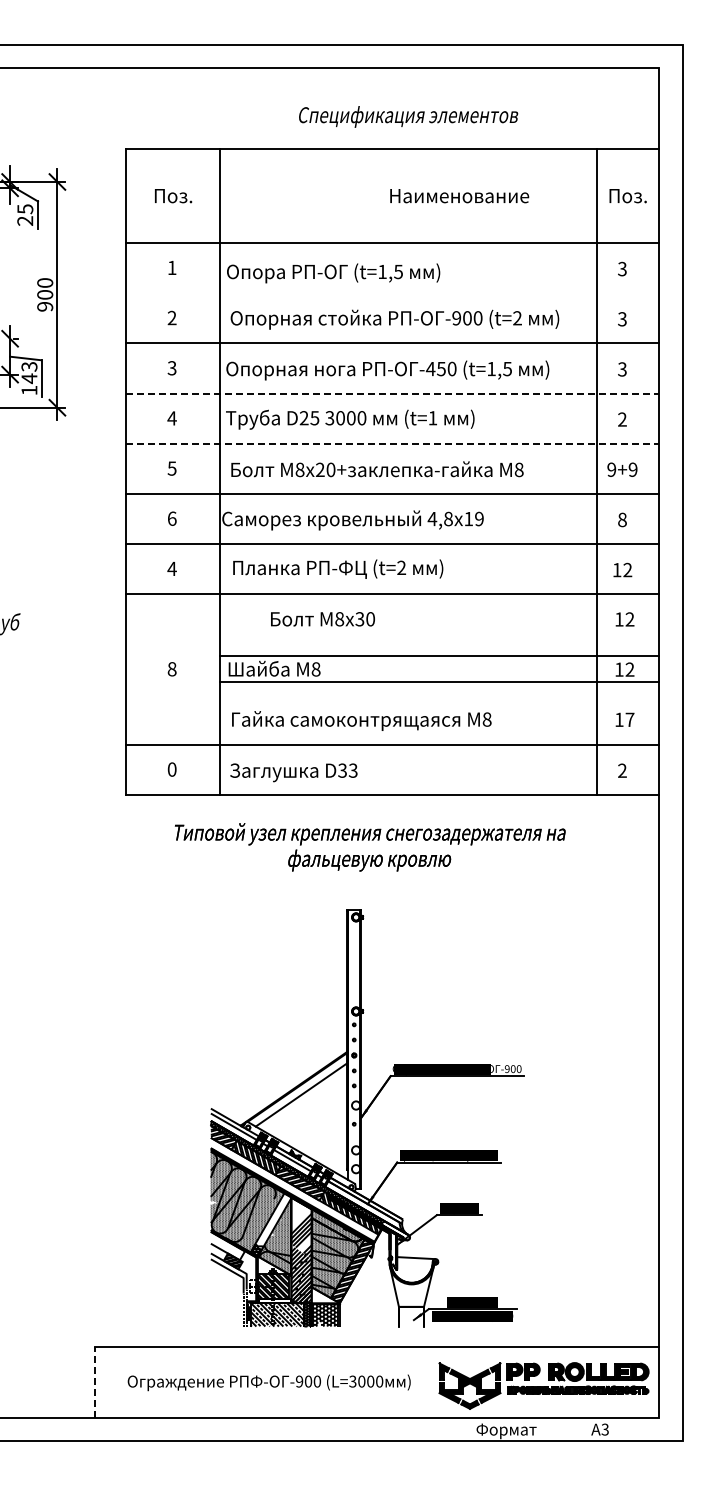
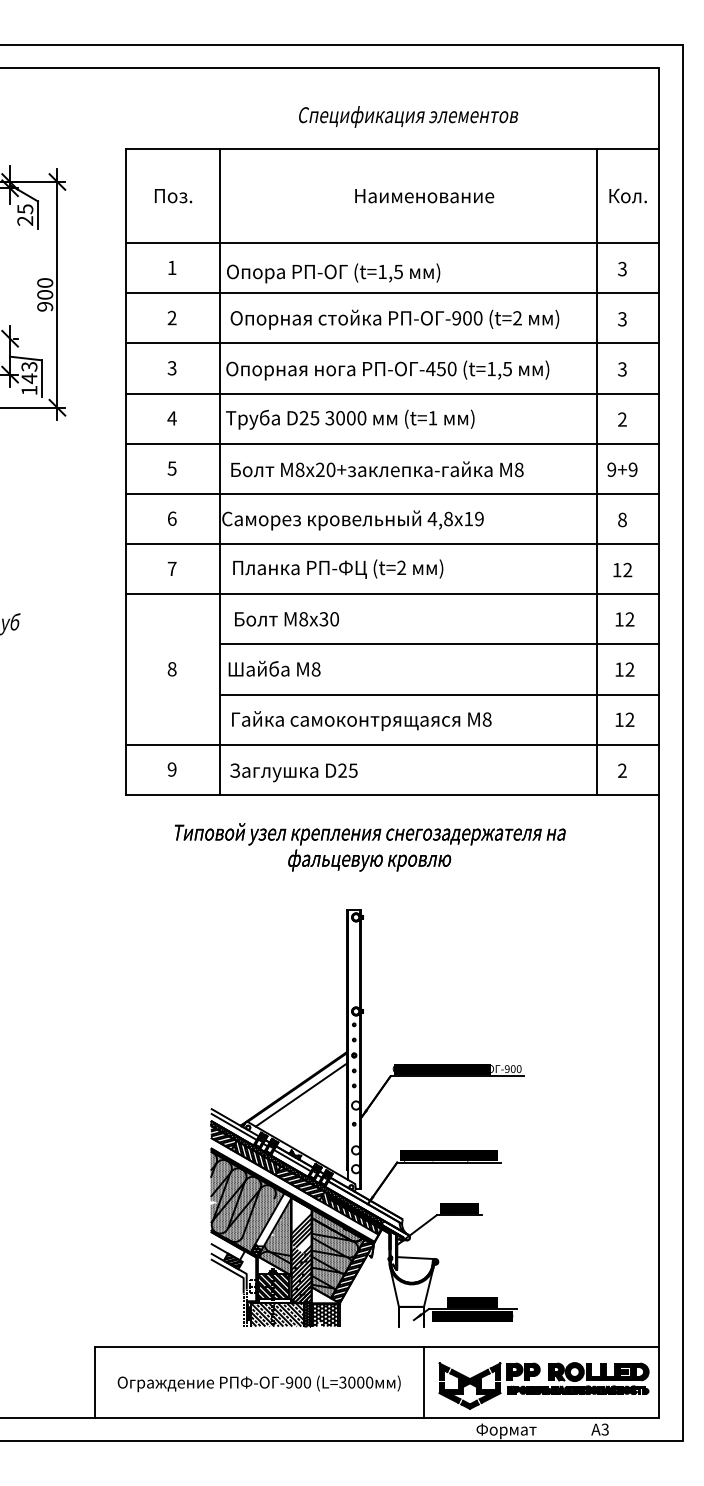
text at (627, 195): Поз. -> Кол.
text at (459, 196) position: (459, 196) -> (424, 196)
line at (392, 293): none -> present
line at (392, 393): dashed -> solid
line at (392, 443): dashed -> solid
text at (171, 568): 4 -> 7
text at (322, 619) position: (322, 619) -> (286, 619)
line at (439, 656) position: (439, 656) -> (439, 644)
line at (439, 681) position: (439, 681) -> (439, 694)
text at (629, 719): 17 -> 12
text at (171, 769): 0 -> 9
text at (347, 770): D33 -> D25
line at (94, 1382): dashed -> solid
text at (268, 1382) position: (268, 1382) -> (258, 1383)
line at (424, 1382): none -> present
